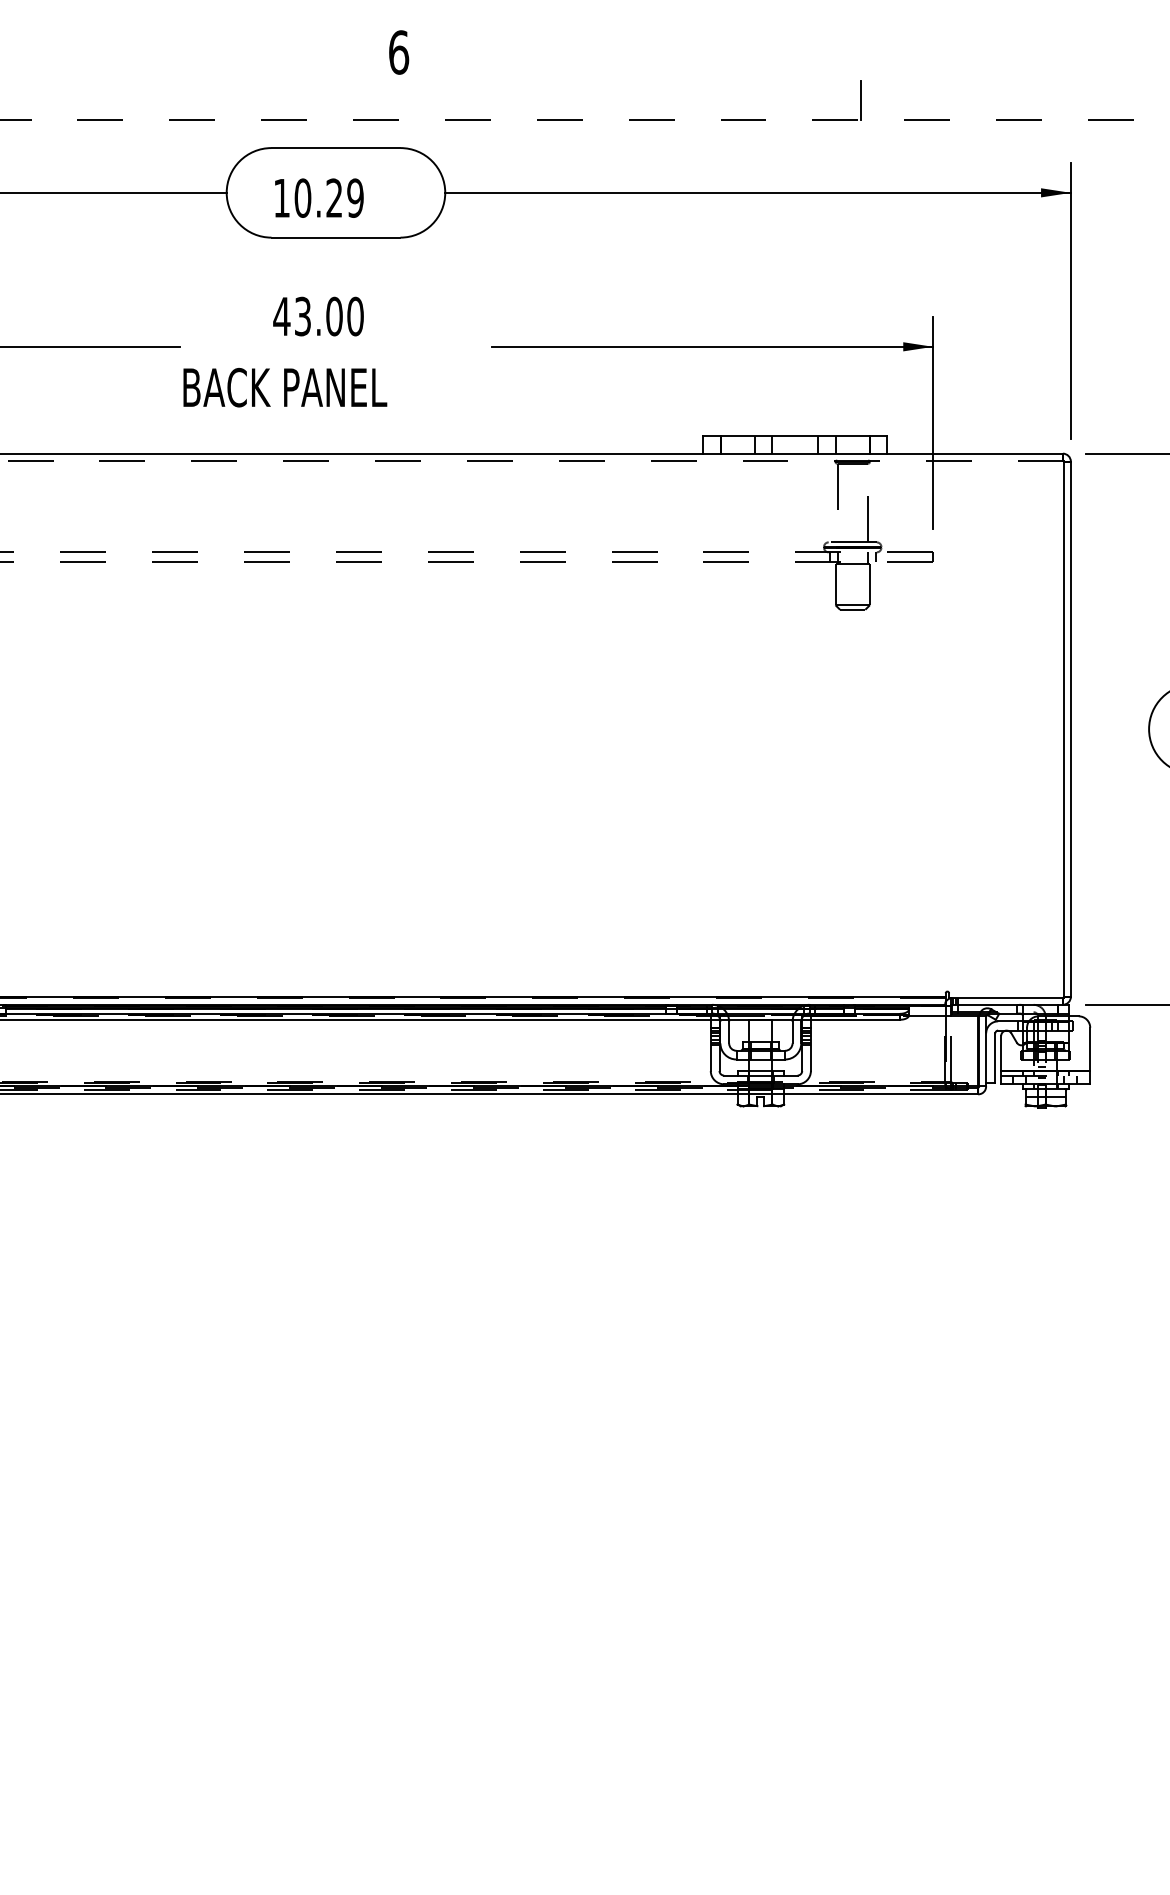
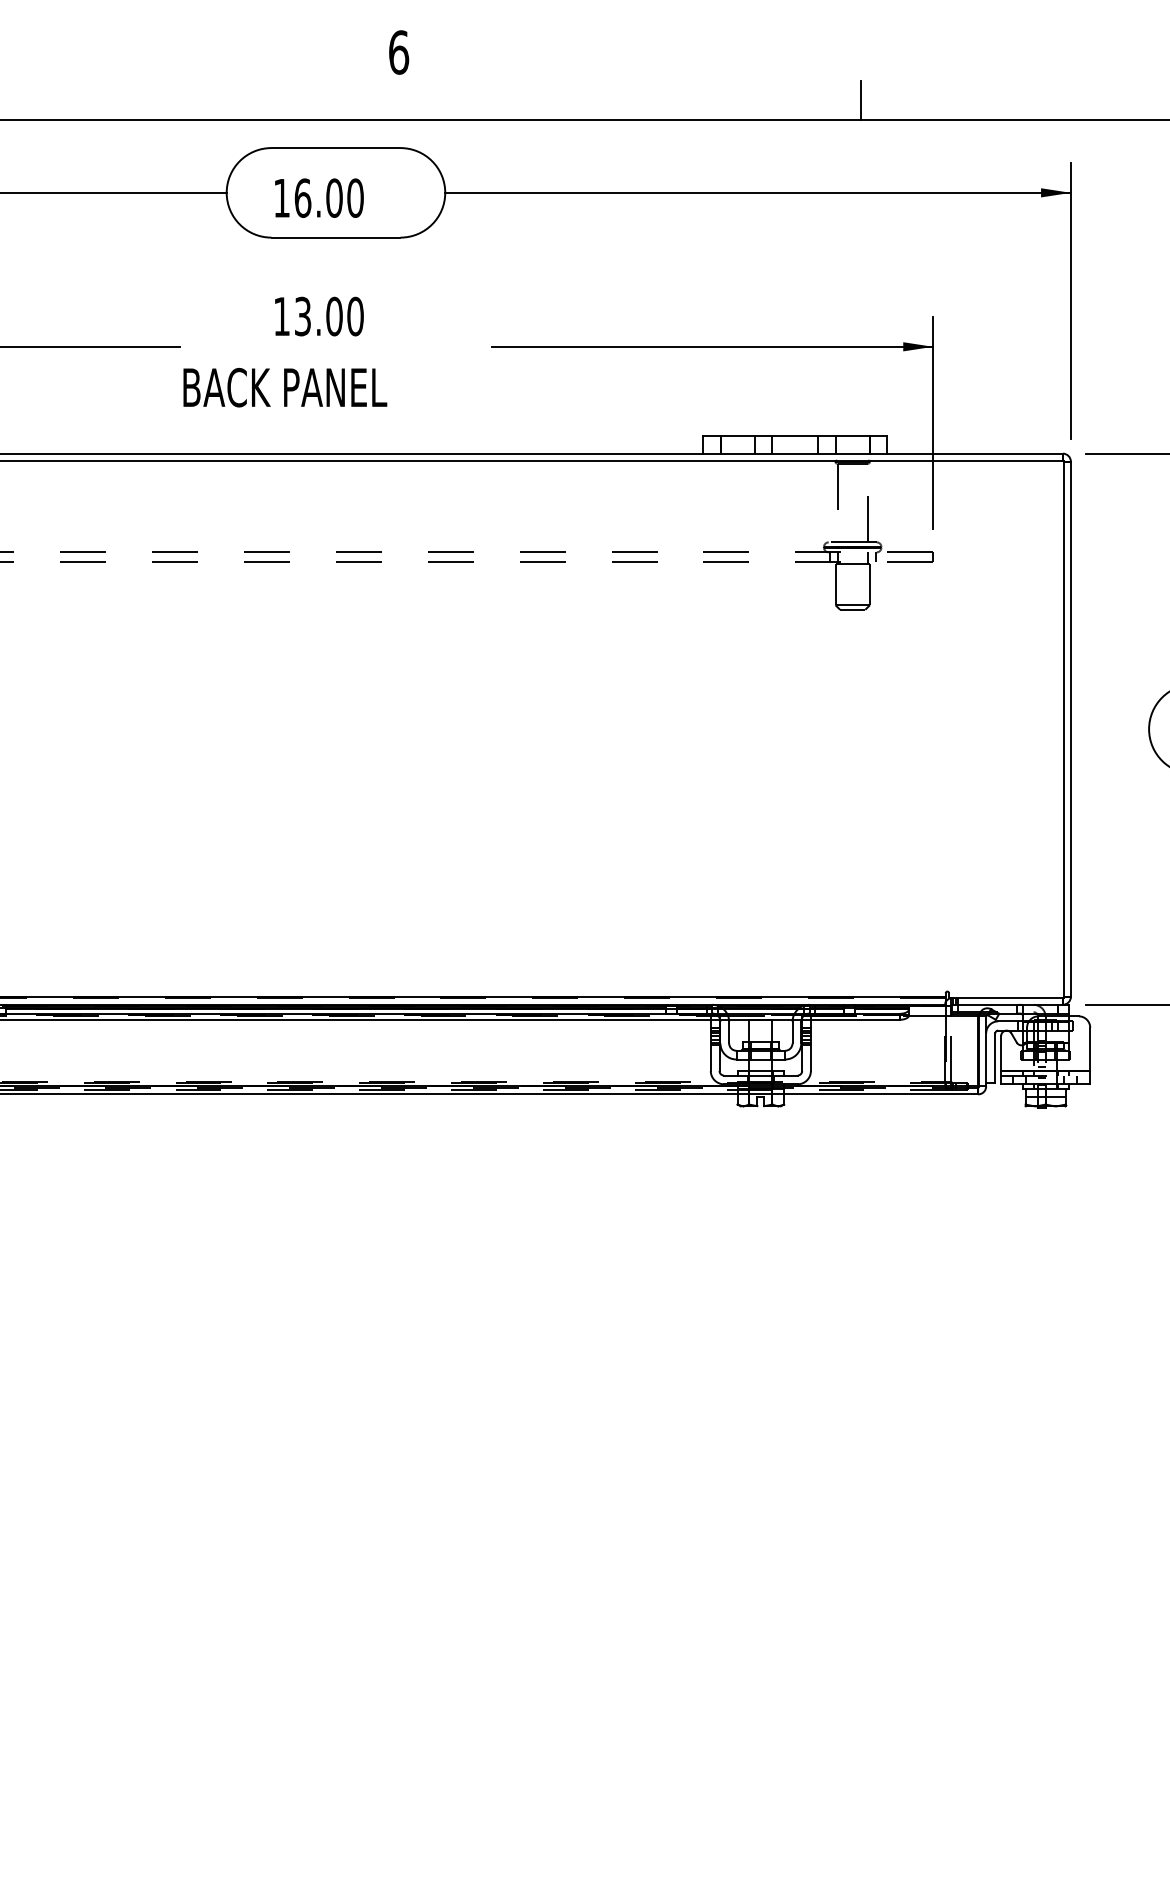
line at (585, 120): dashed -> solid
text at (328, 197): 10.29 -> 16.00
text at (281, 316): 43.00 -> 13.00
line at (532, 460): dashed -> solid
